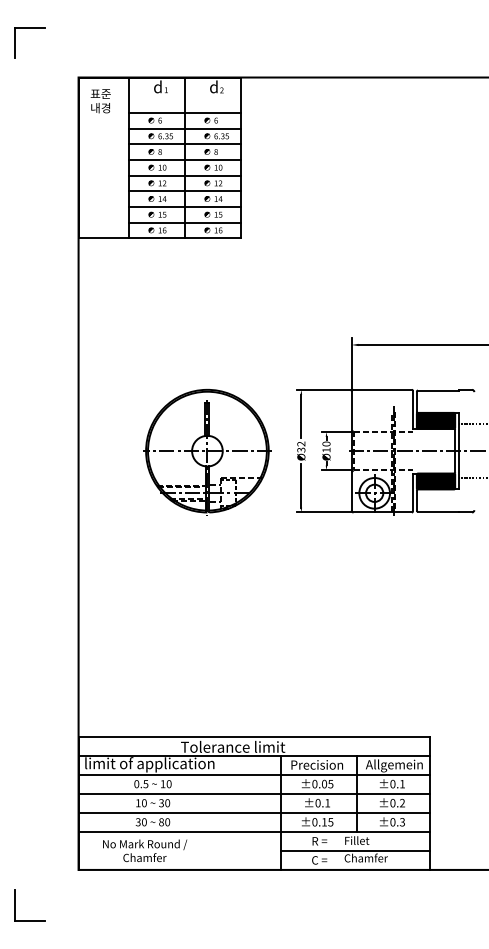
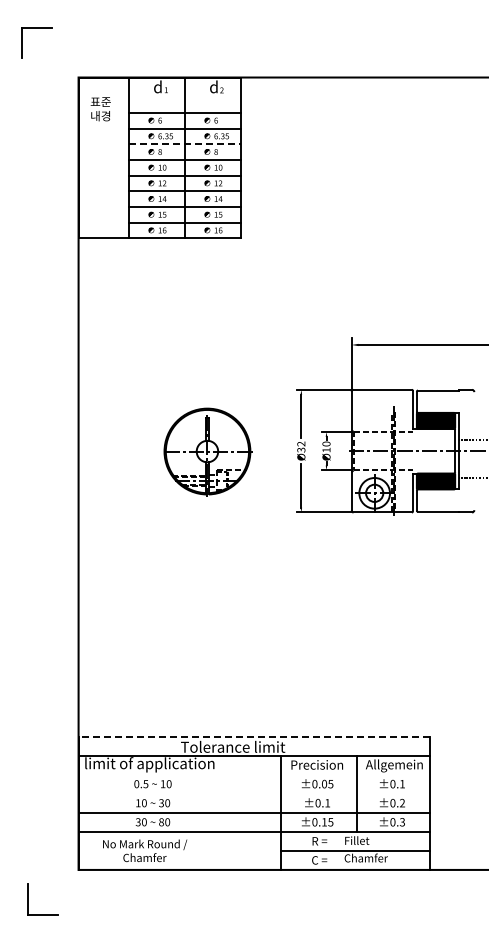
part at (29, 28) position: (29, 28) -> (36, 28)
text at (100, 101) position: (100, 101) -> (100, 109)
line at (185, 144): solid -> dashed
line at (472, 424) position: (472, 424) -> (472, 440)
part at (207, 452) size: 129x127 px -> 90x90 px
line at (254, 736): solid -> dashed
line at (254, 774): present -> none
line at (254, 793): present -> none
part at (15, 905) position: (15, 905) -> (28, 899)
